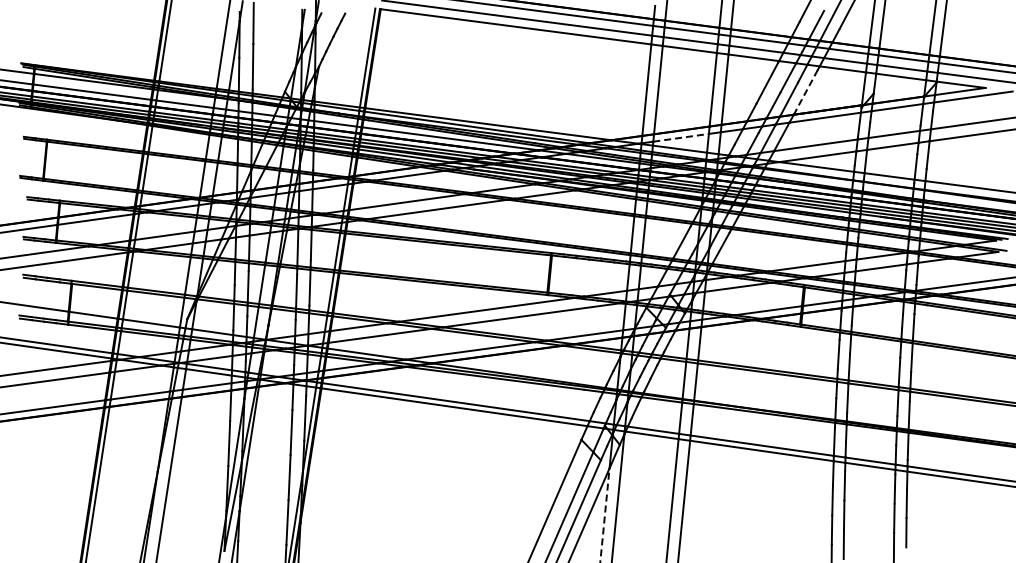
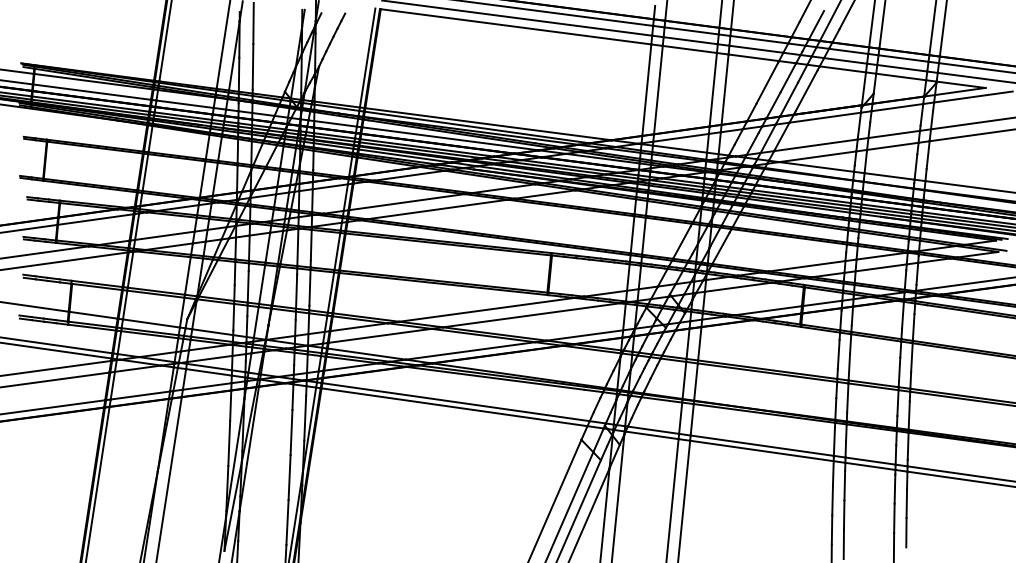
line at (806, 90): dashed -> solid
line at (681, 137): dashed -> solid
line at (604, 514): dashed -> solid
